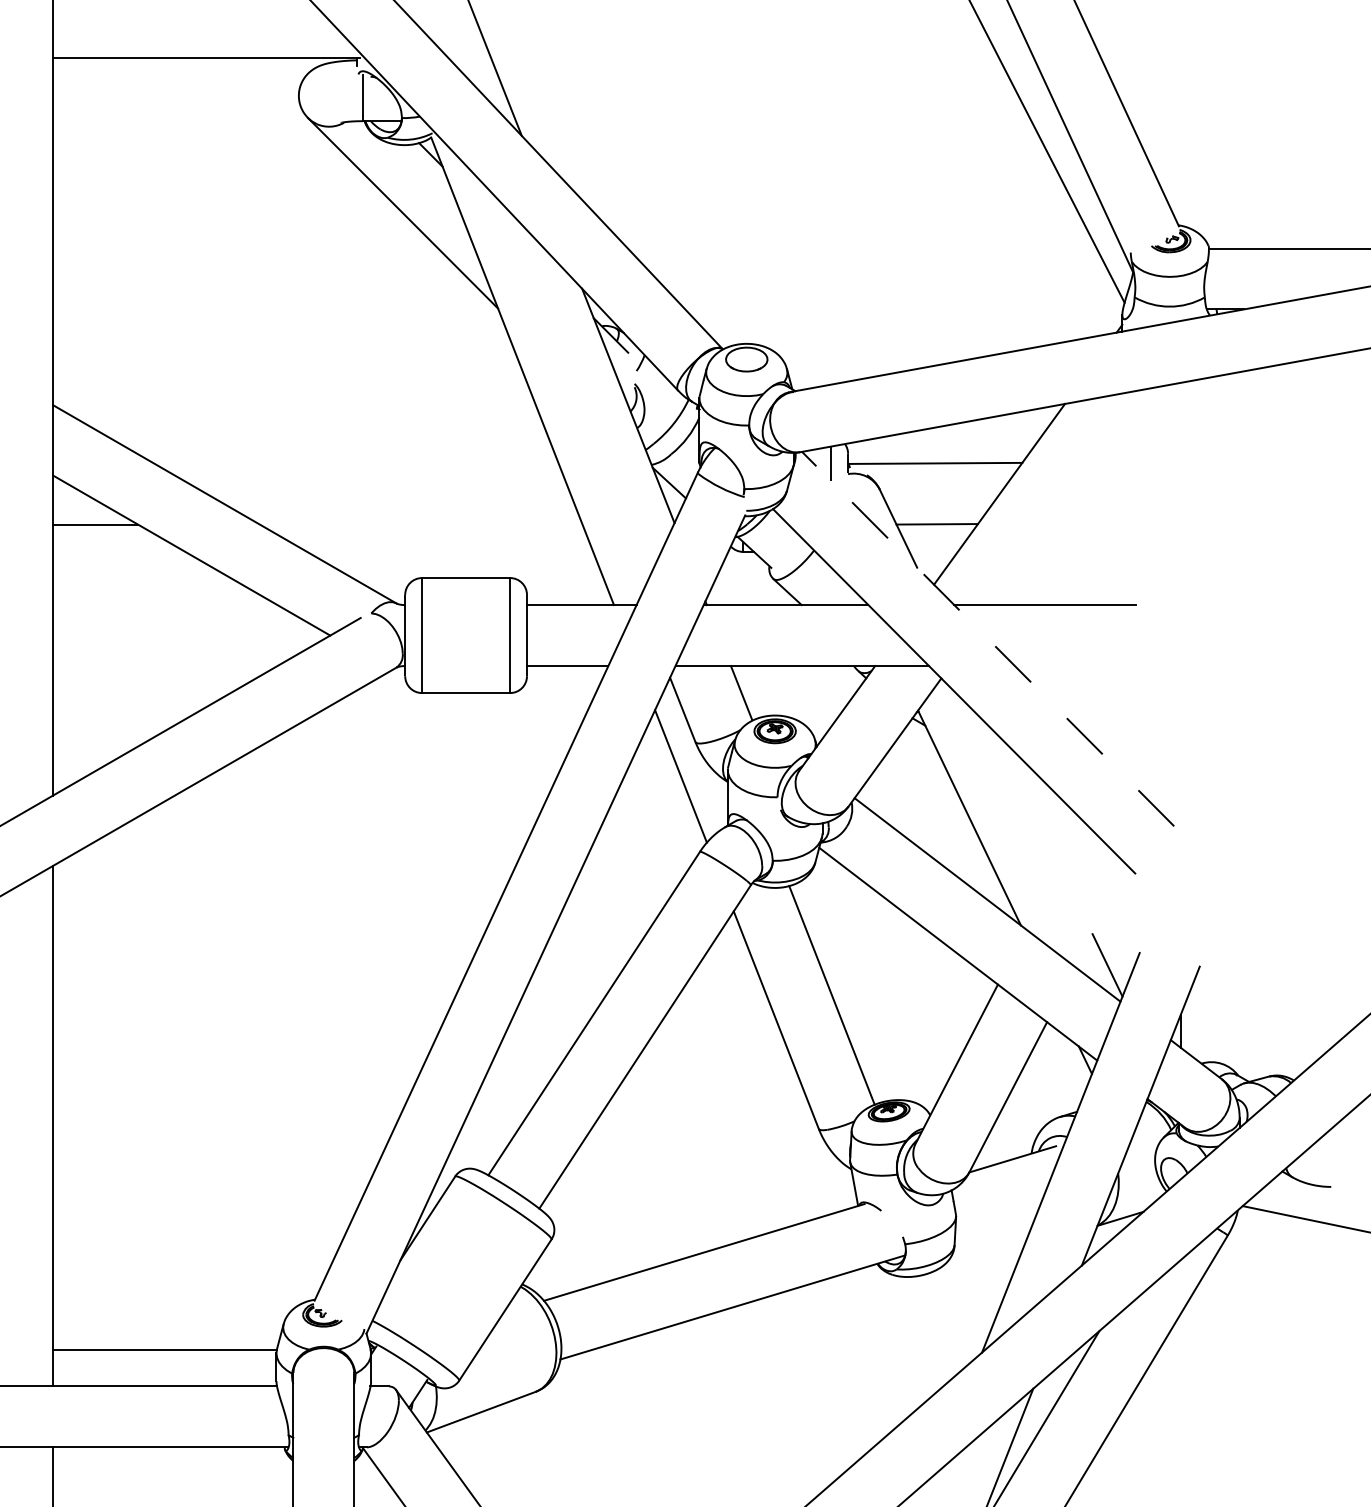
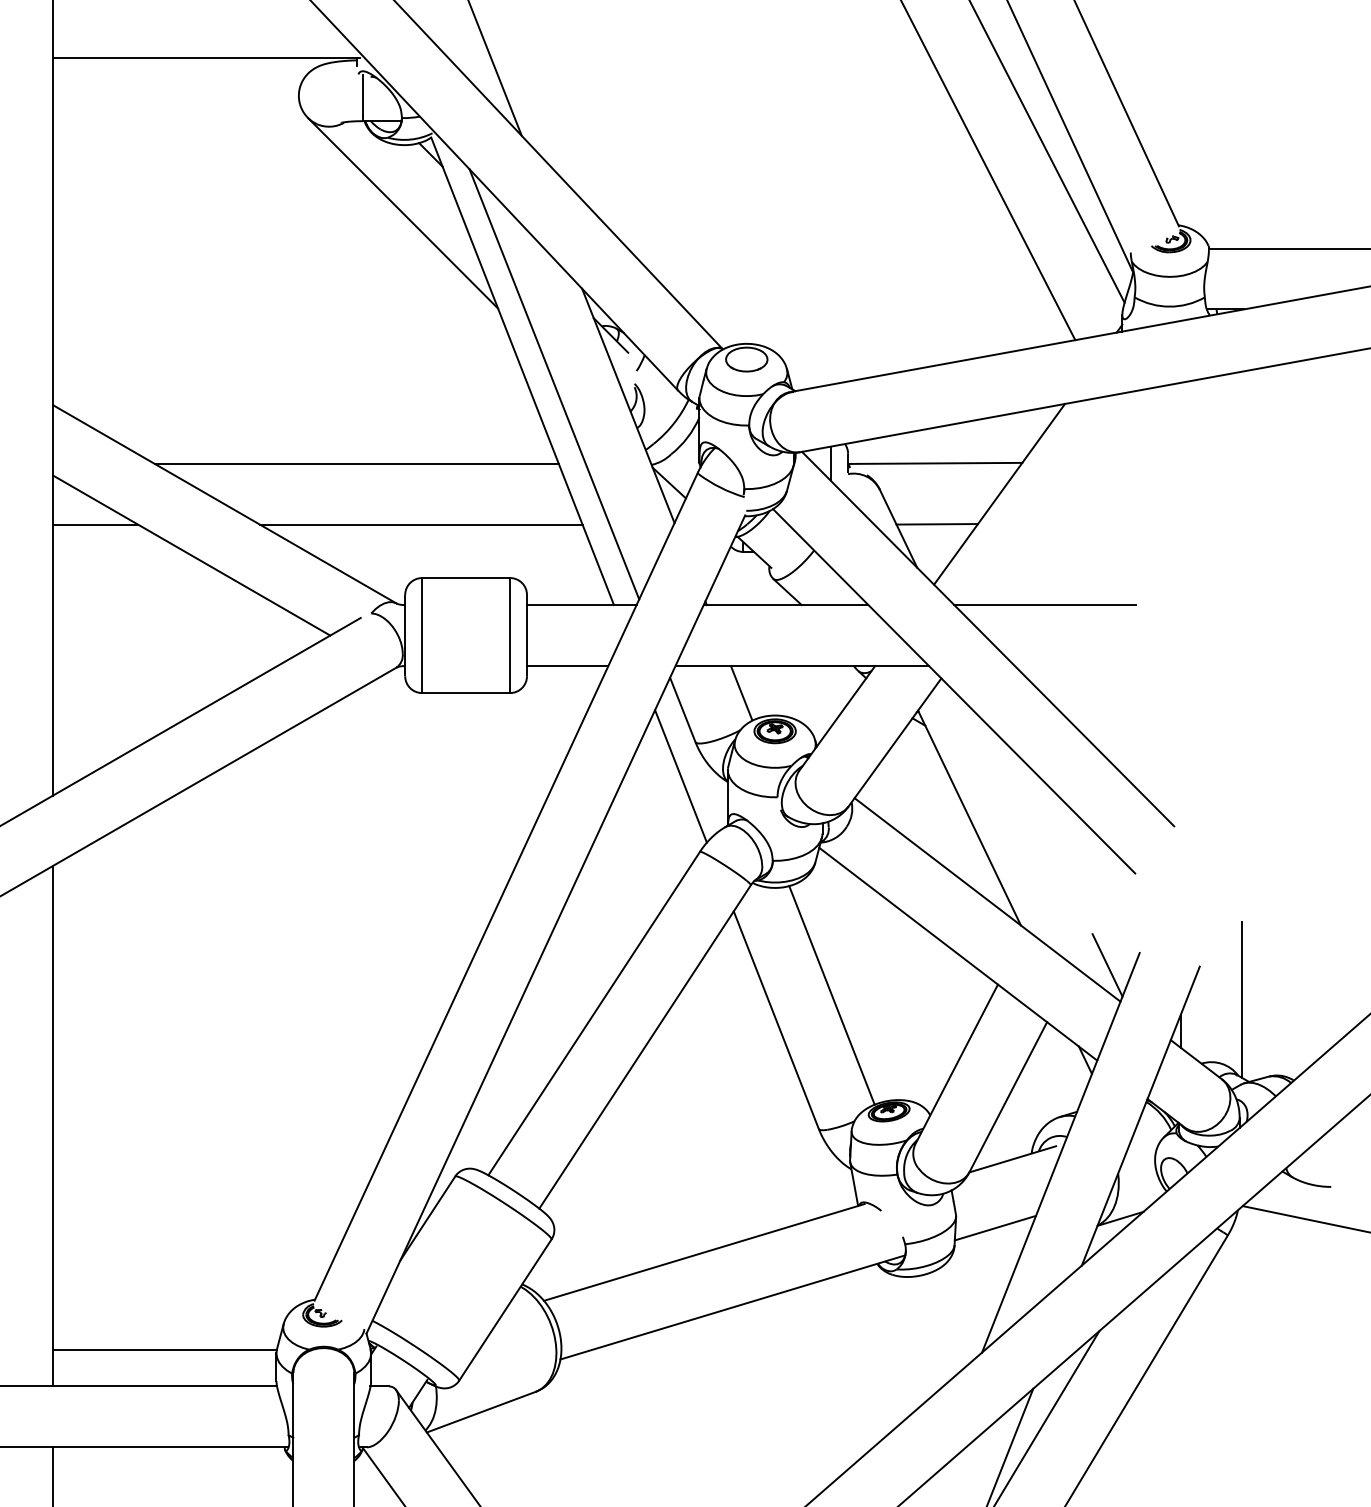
line at (988, 171): none -> present
line at (554, 384): none -> present
line at (356, 463): none -> present
line at (421, 524): none -> present
line at (988, 639): dashed -> solid
line at (1241, 999): none -> present
line at (994, 1227): none -> present
